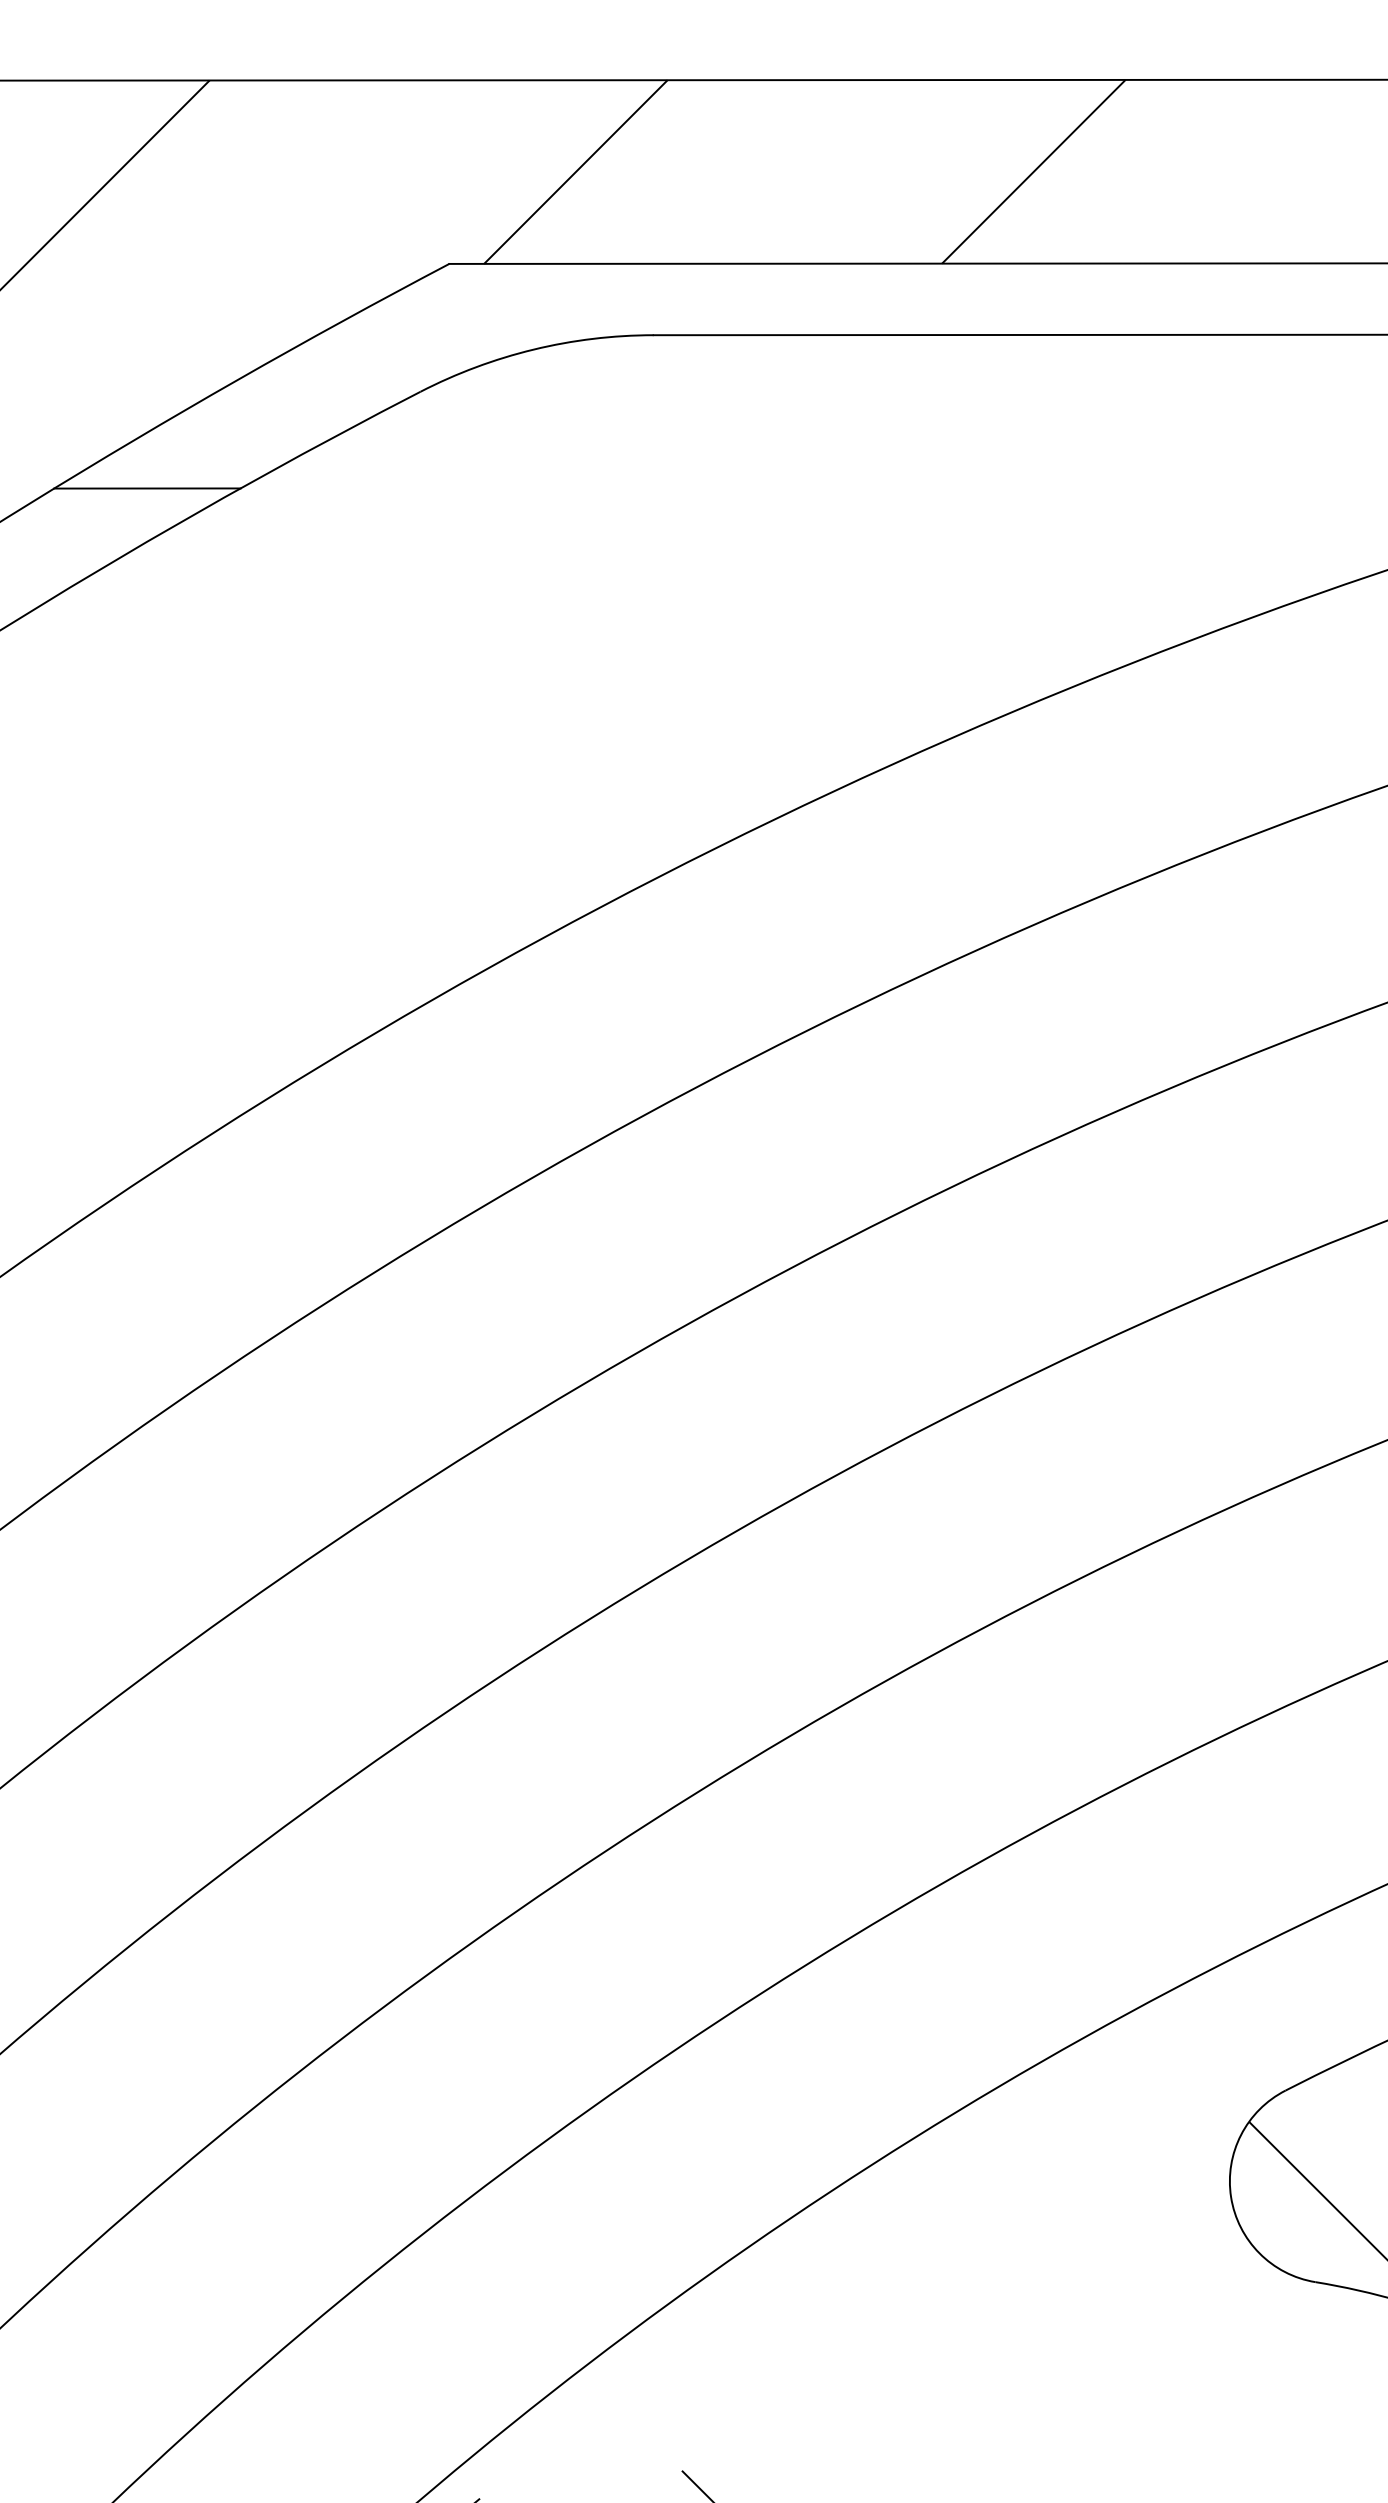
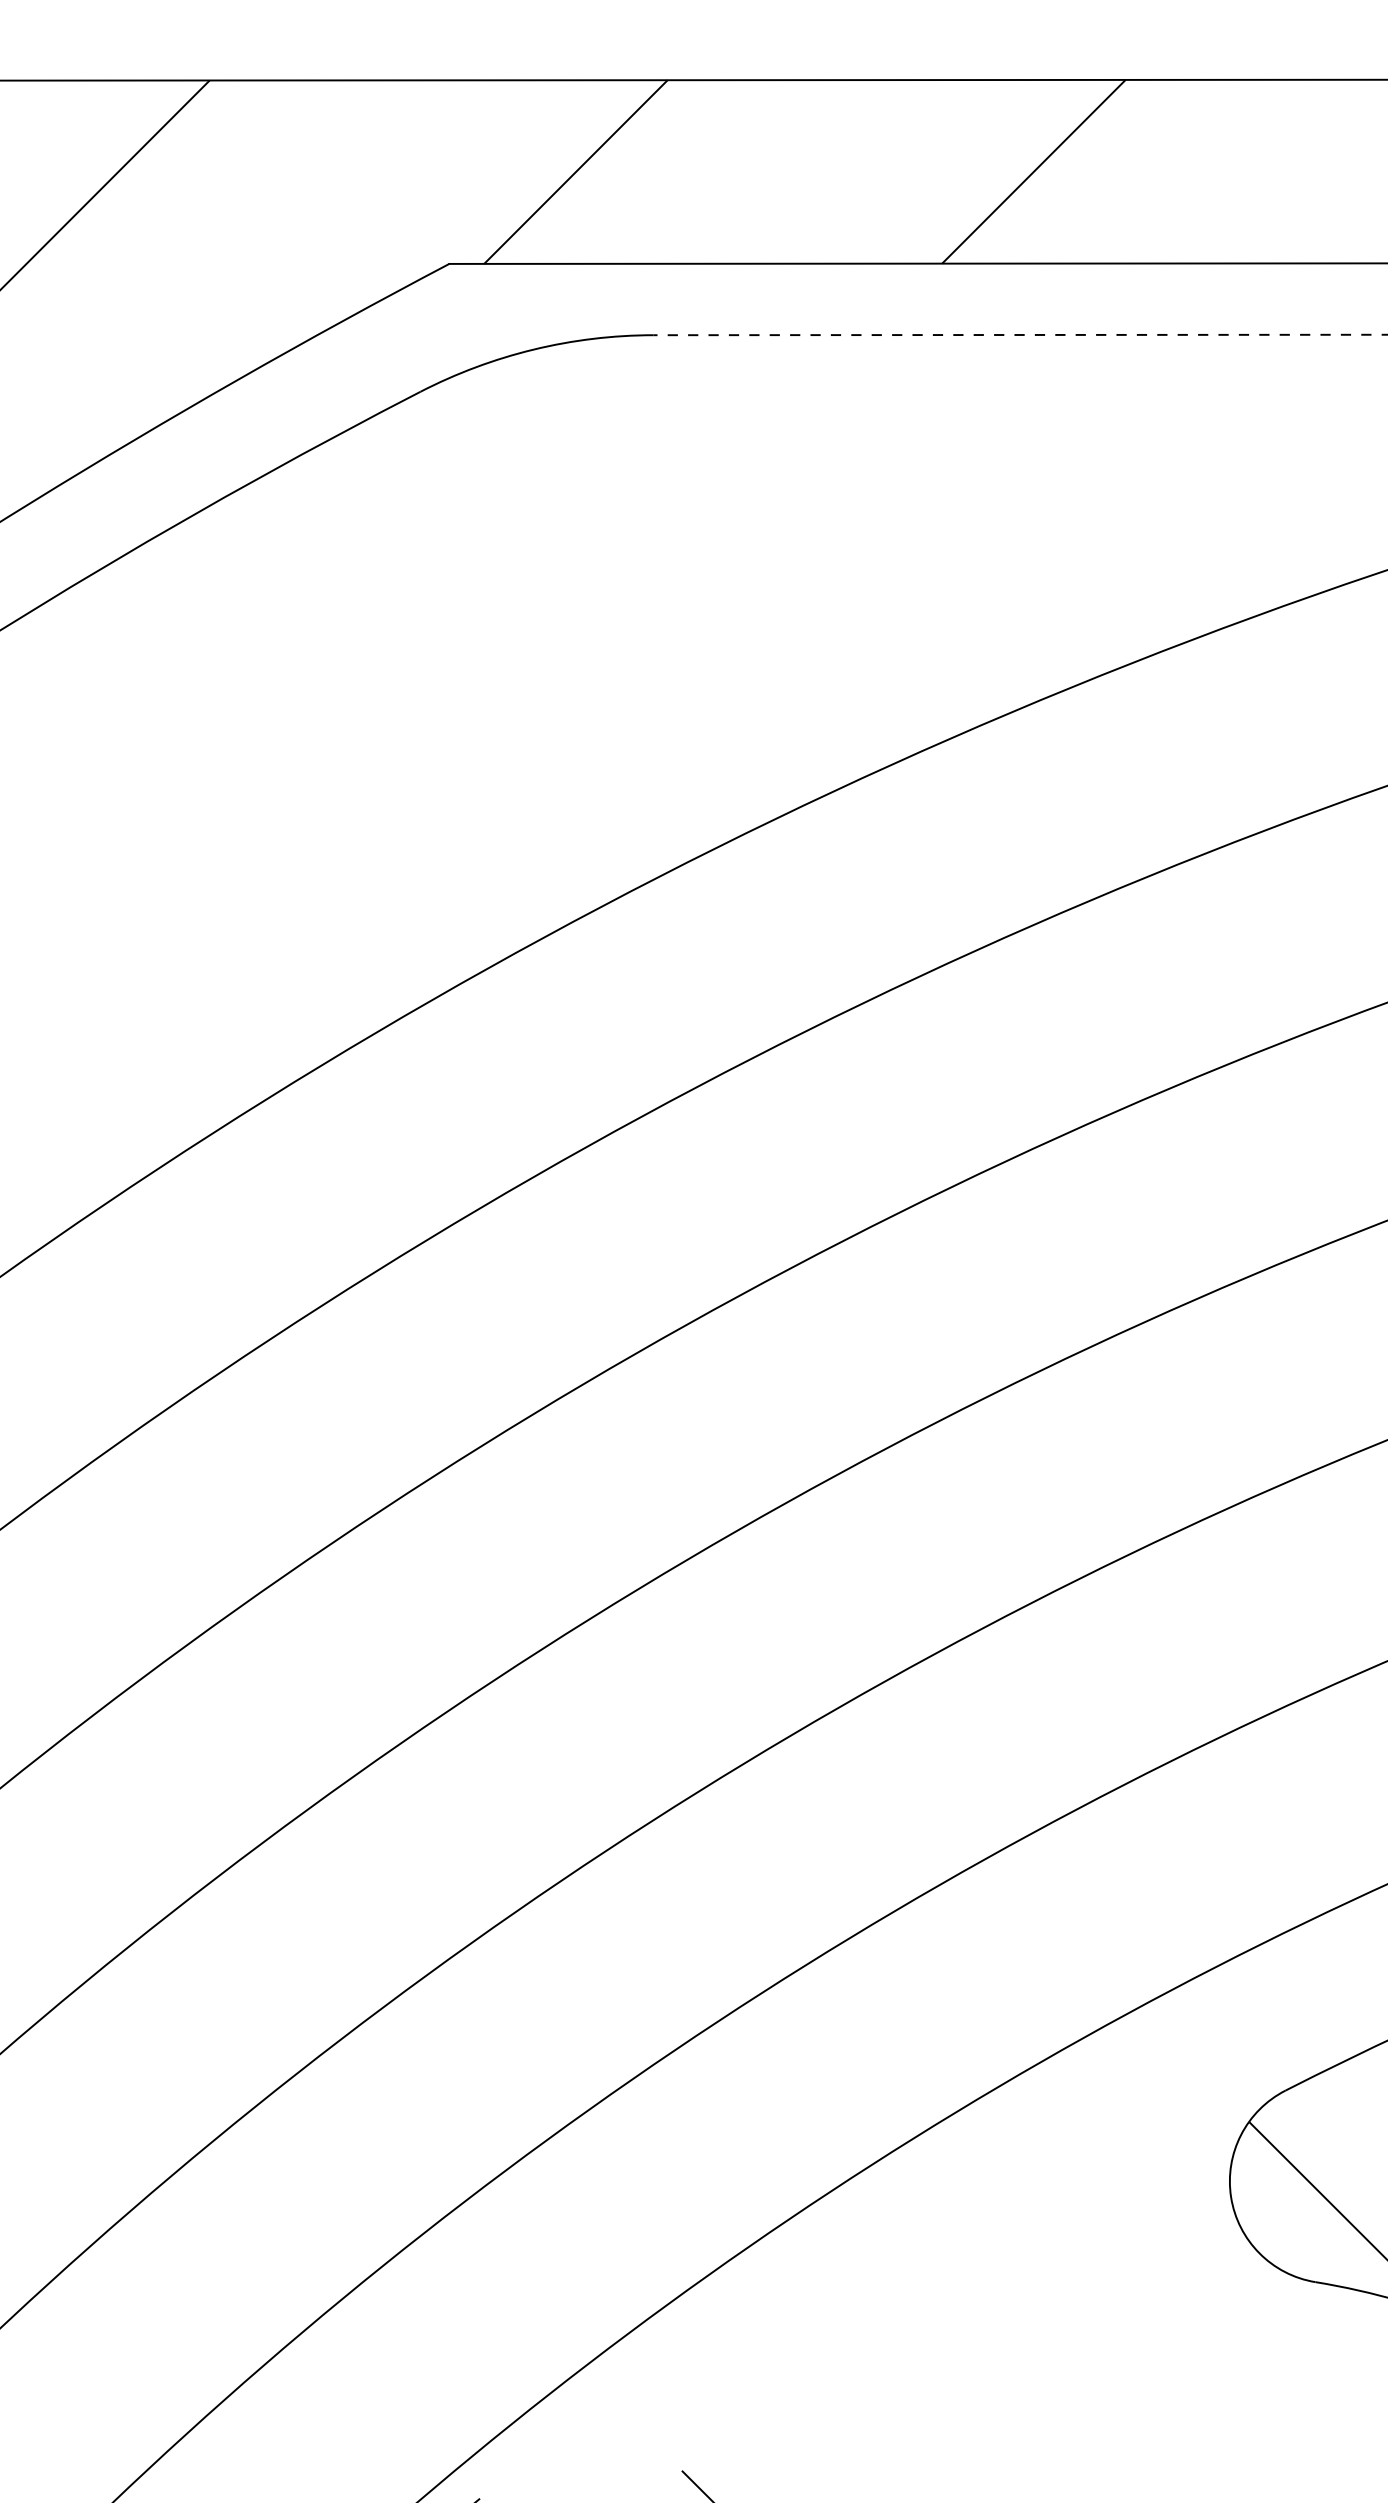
line at (1020, 334): solid -> dashed
line at (147, 488): present -> none
